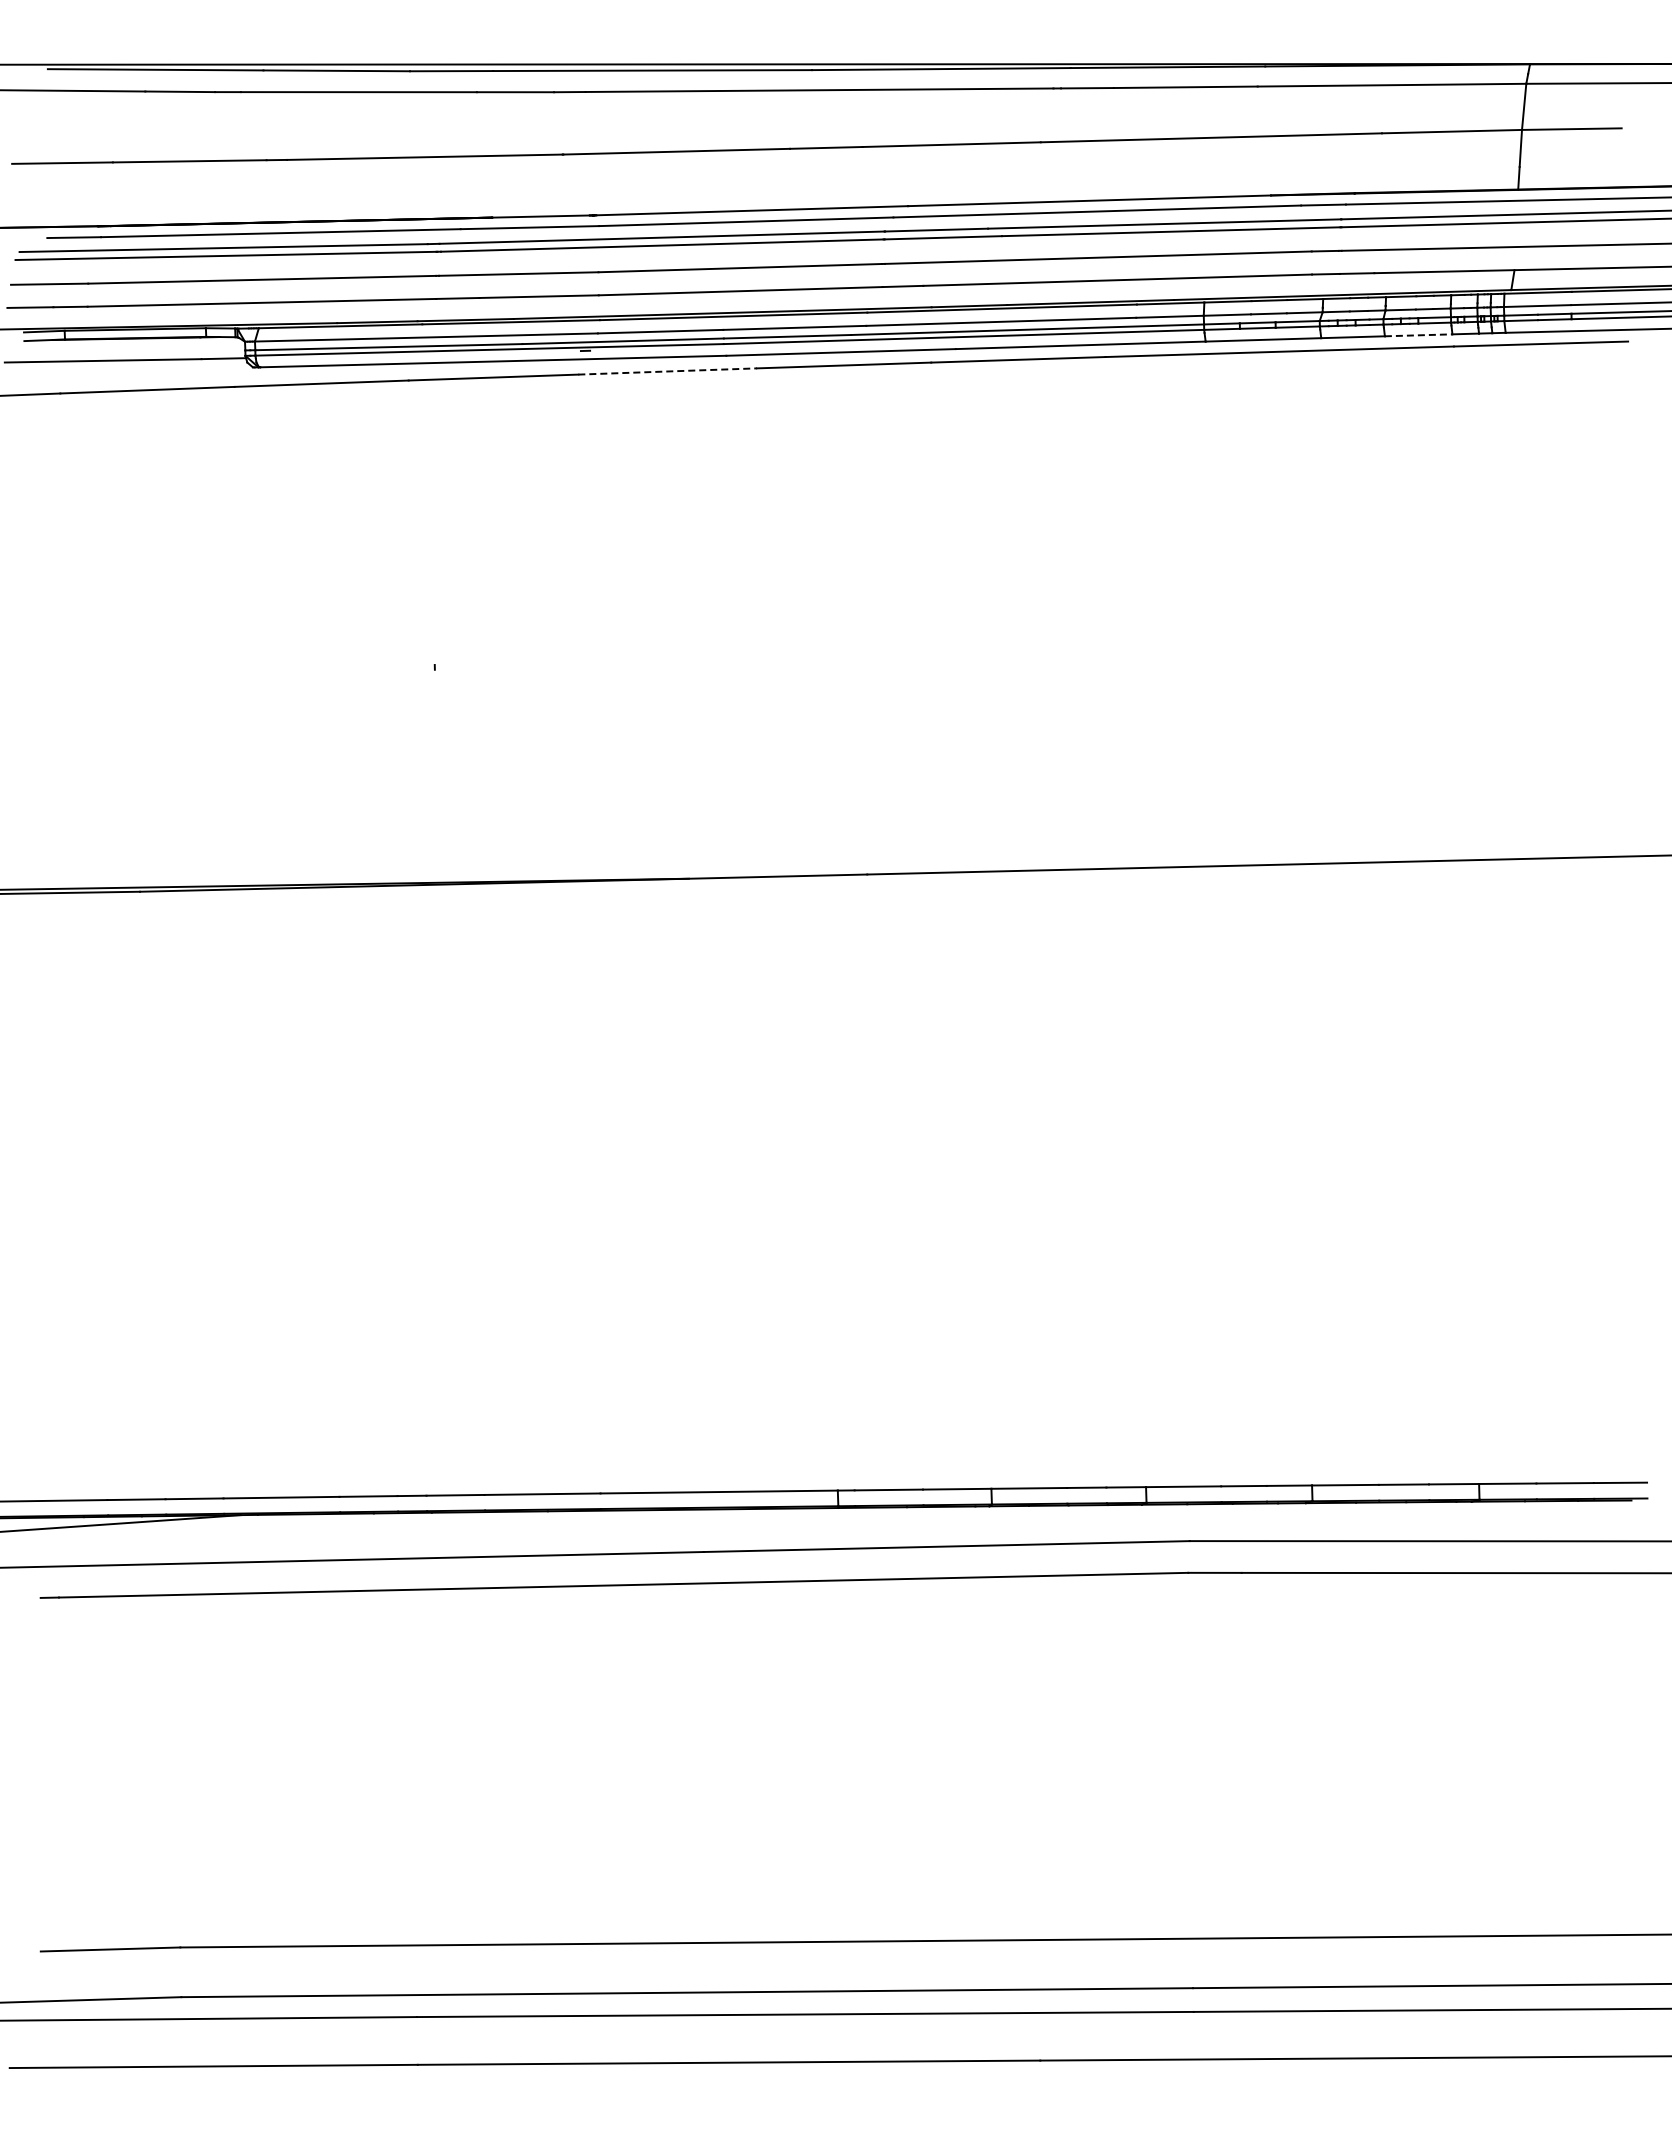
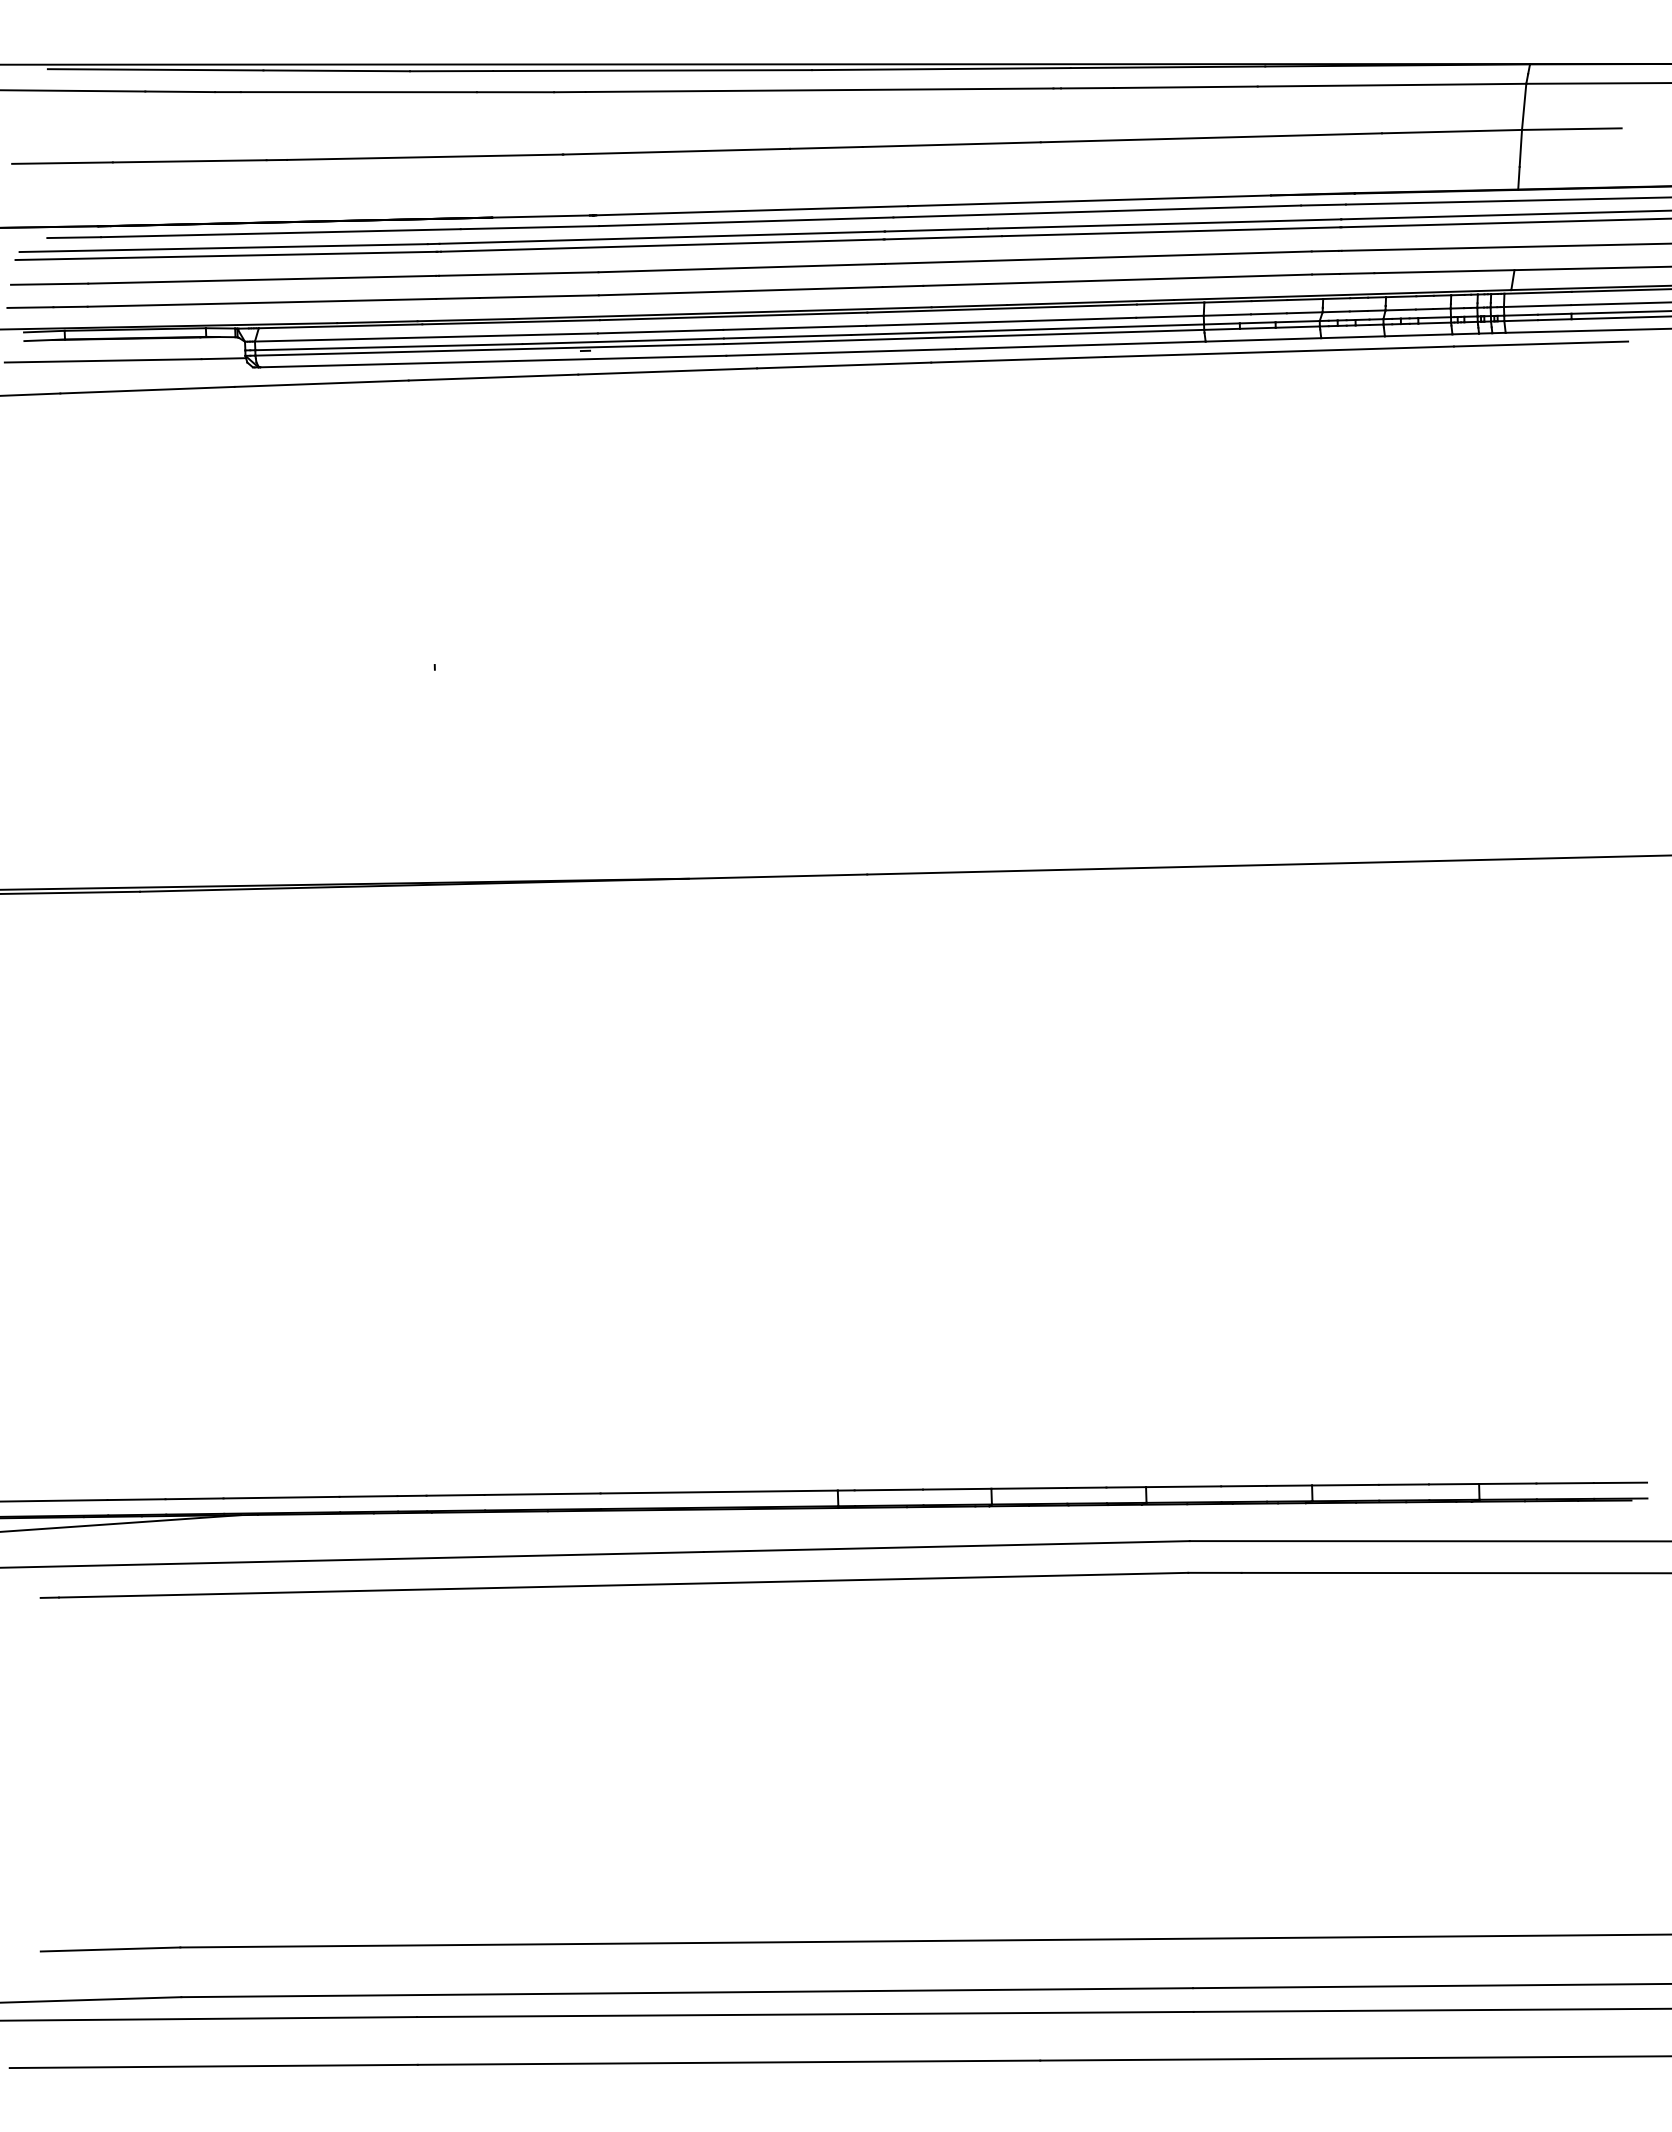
line at (1418, 335): dashed -> solid
line at (668, 371): dashed -> solid
